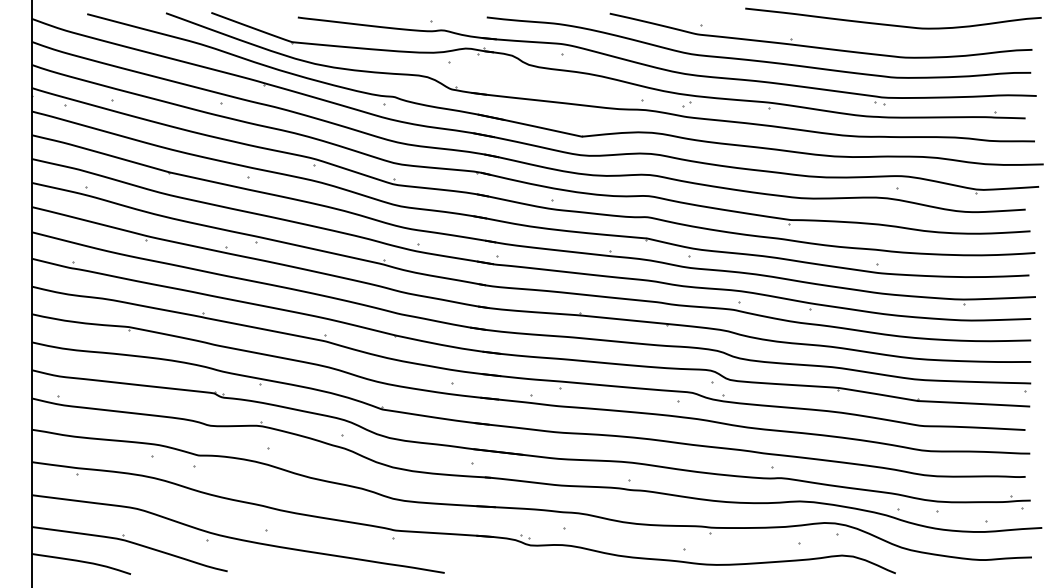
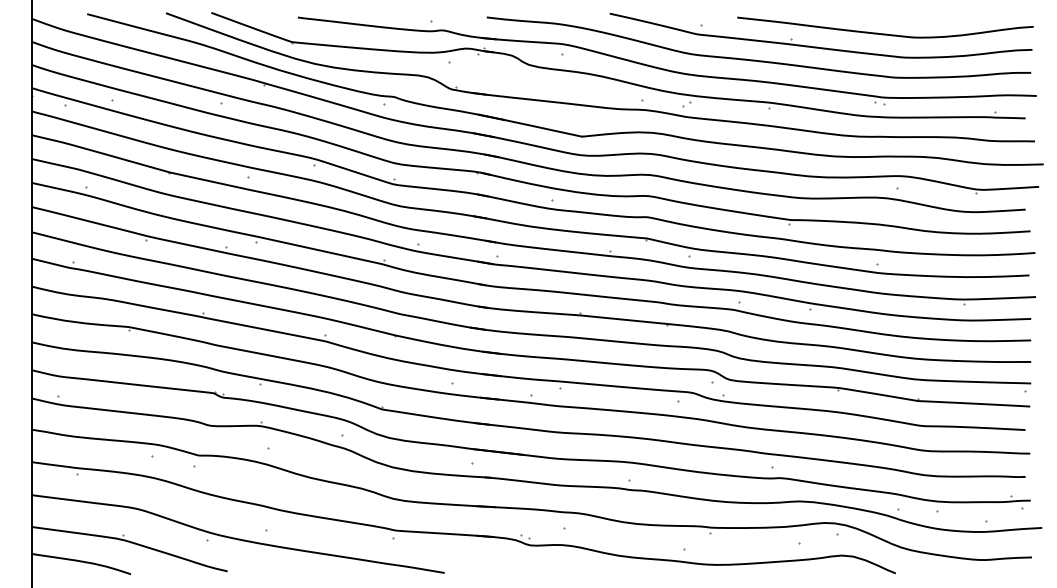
curve at (893, 24) position: (893, 24) -> (885, 33)
